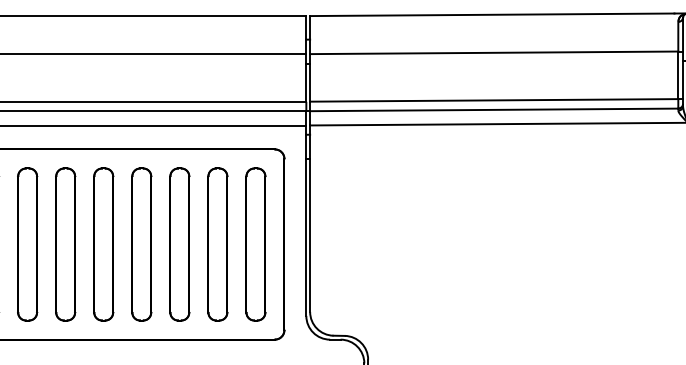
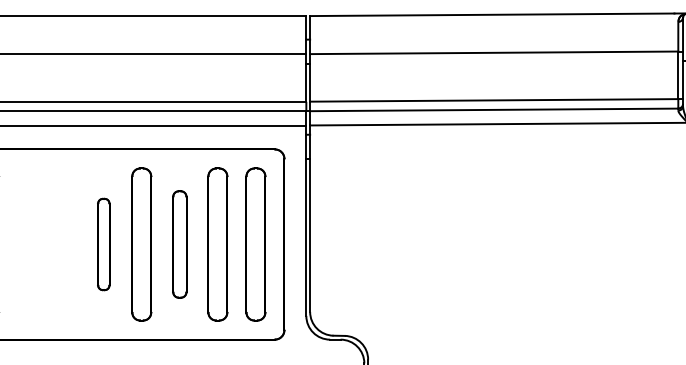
part at (27, 244): present -> none
part at (65, 244): present -> none
part at (103, 244) size: 22x155 px -> 14x95 px
part at (179, 244) size: 22x155 px -> 16x109 px
